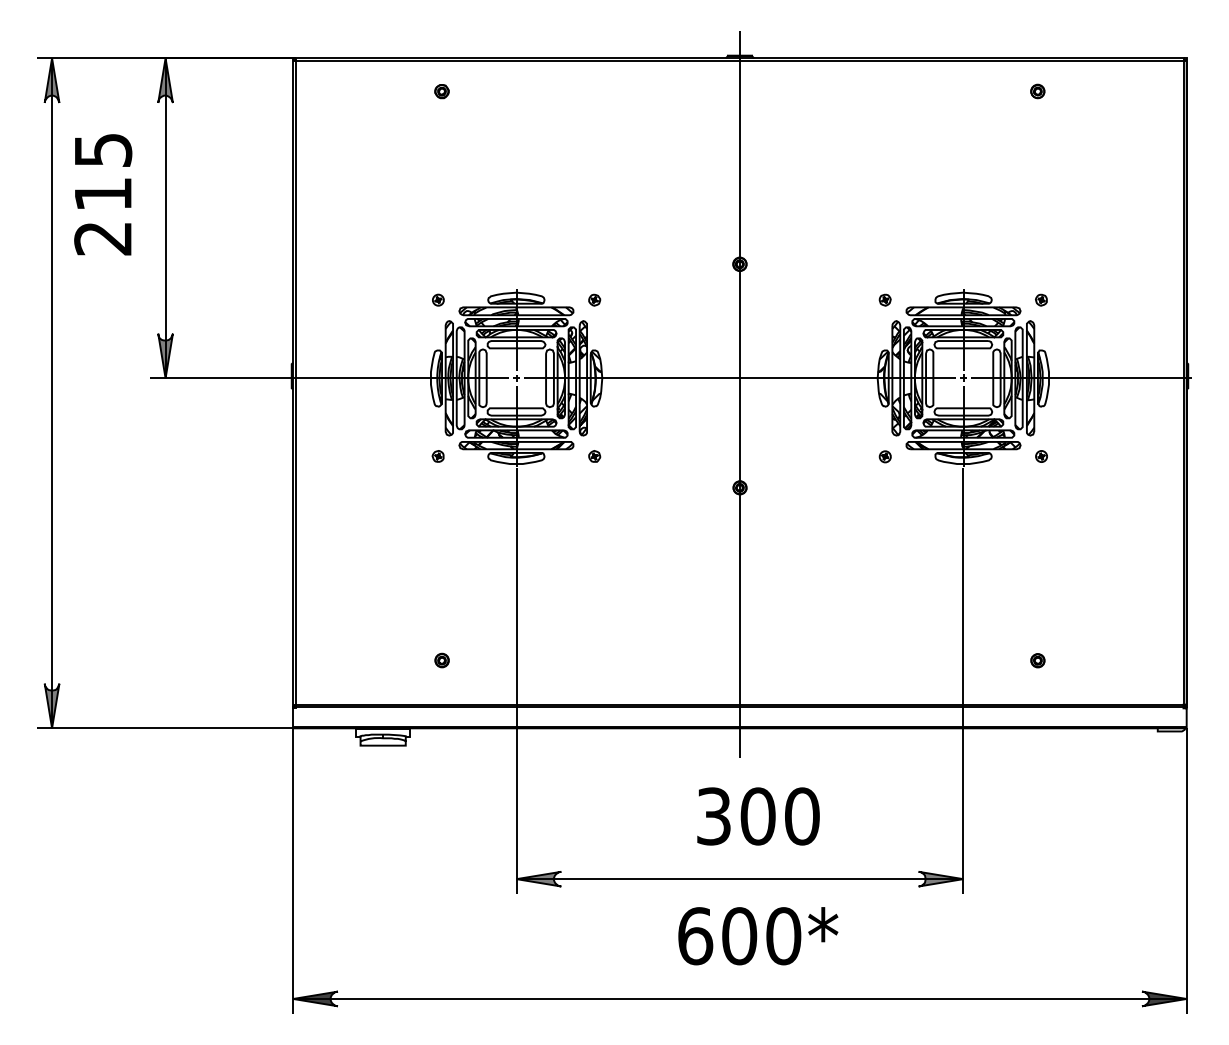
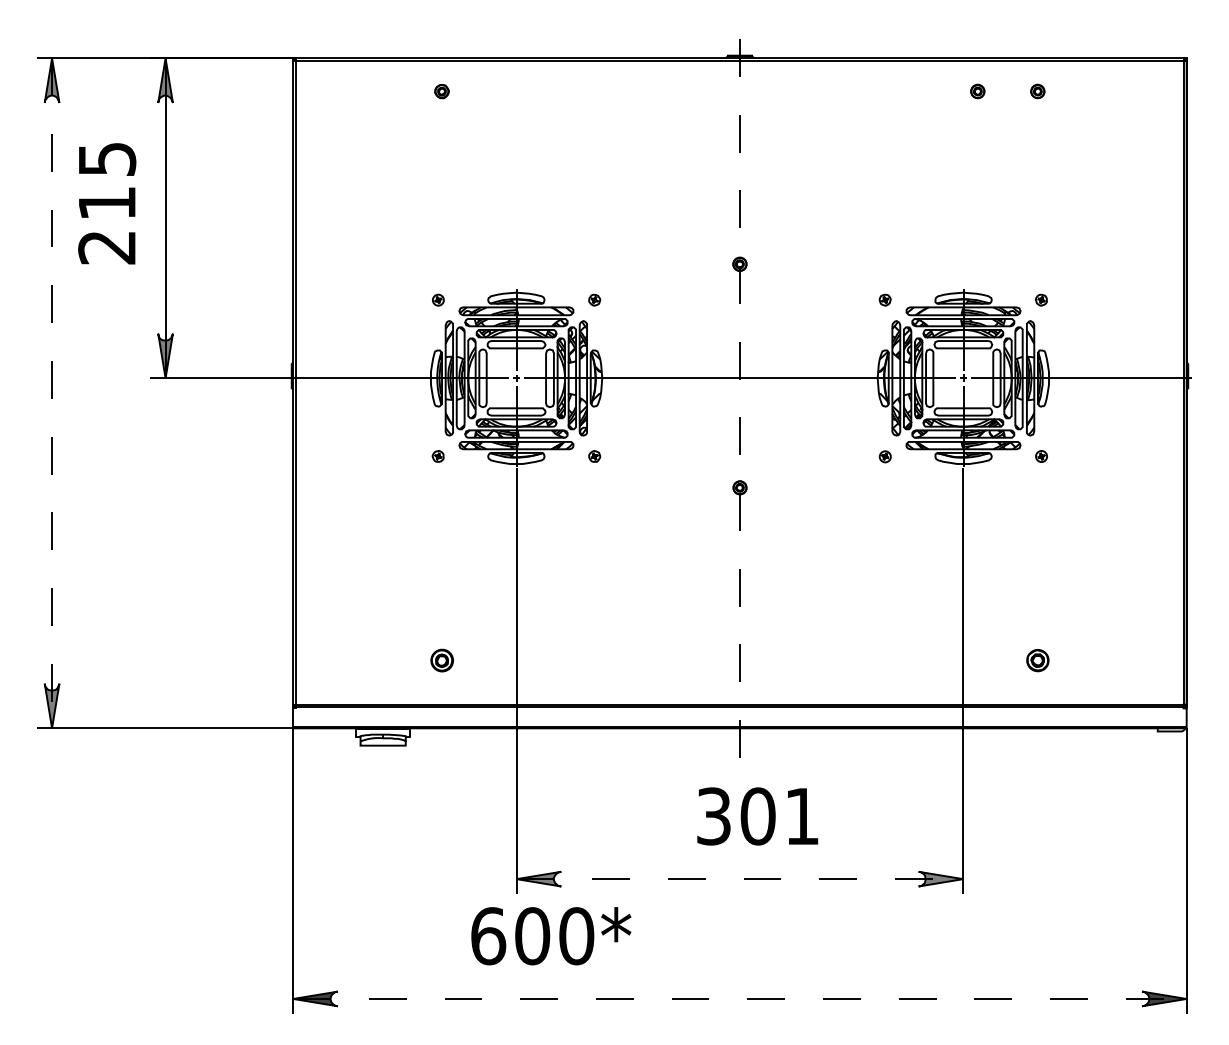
part at (977, 91): none -> present
text at (103, 194) position: (103, 194) -> (107, 203)
line at (52, 393): solid -> dashed
line at (740, 394): solid -> dashed
part at (441, 660) size: 16x17 px -> 24x25 px
part at (1037, 660) size: 16x16 px -> 24x24 px
text at (802, 816): 300 -> 301
line at (740, 879): solid -> dashed
text at (758, 936) position: (758, 936) -> (551, 936)
line at (739, 998): solid -> dashed
